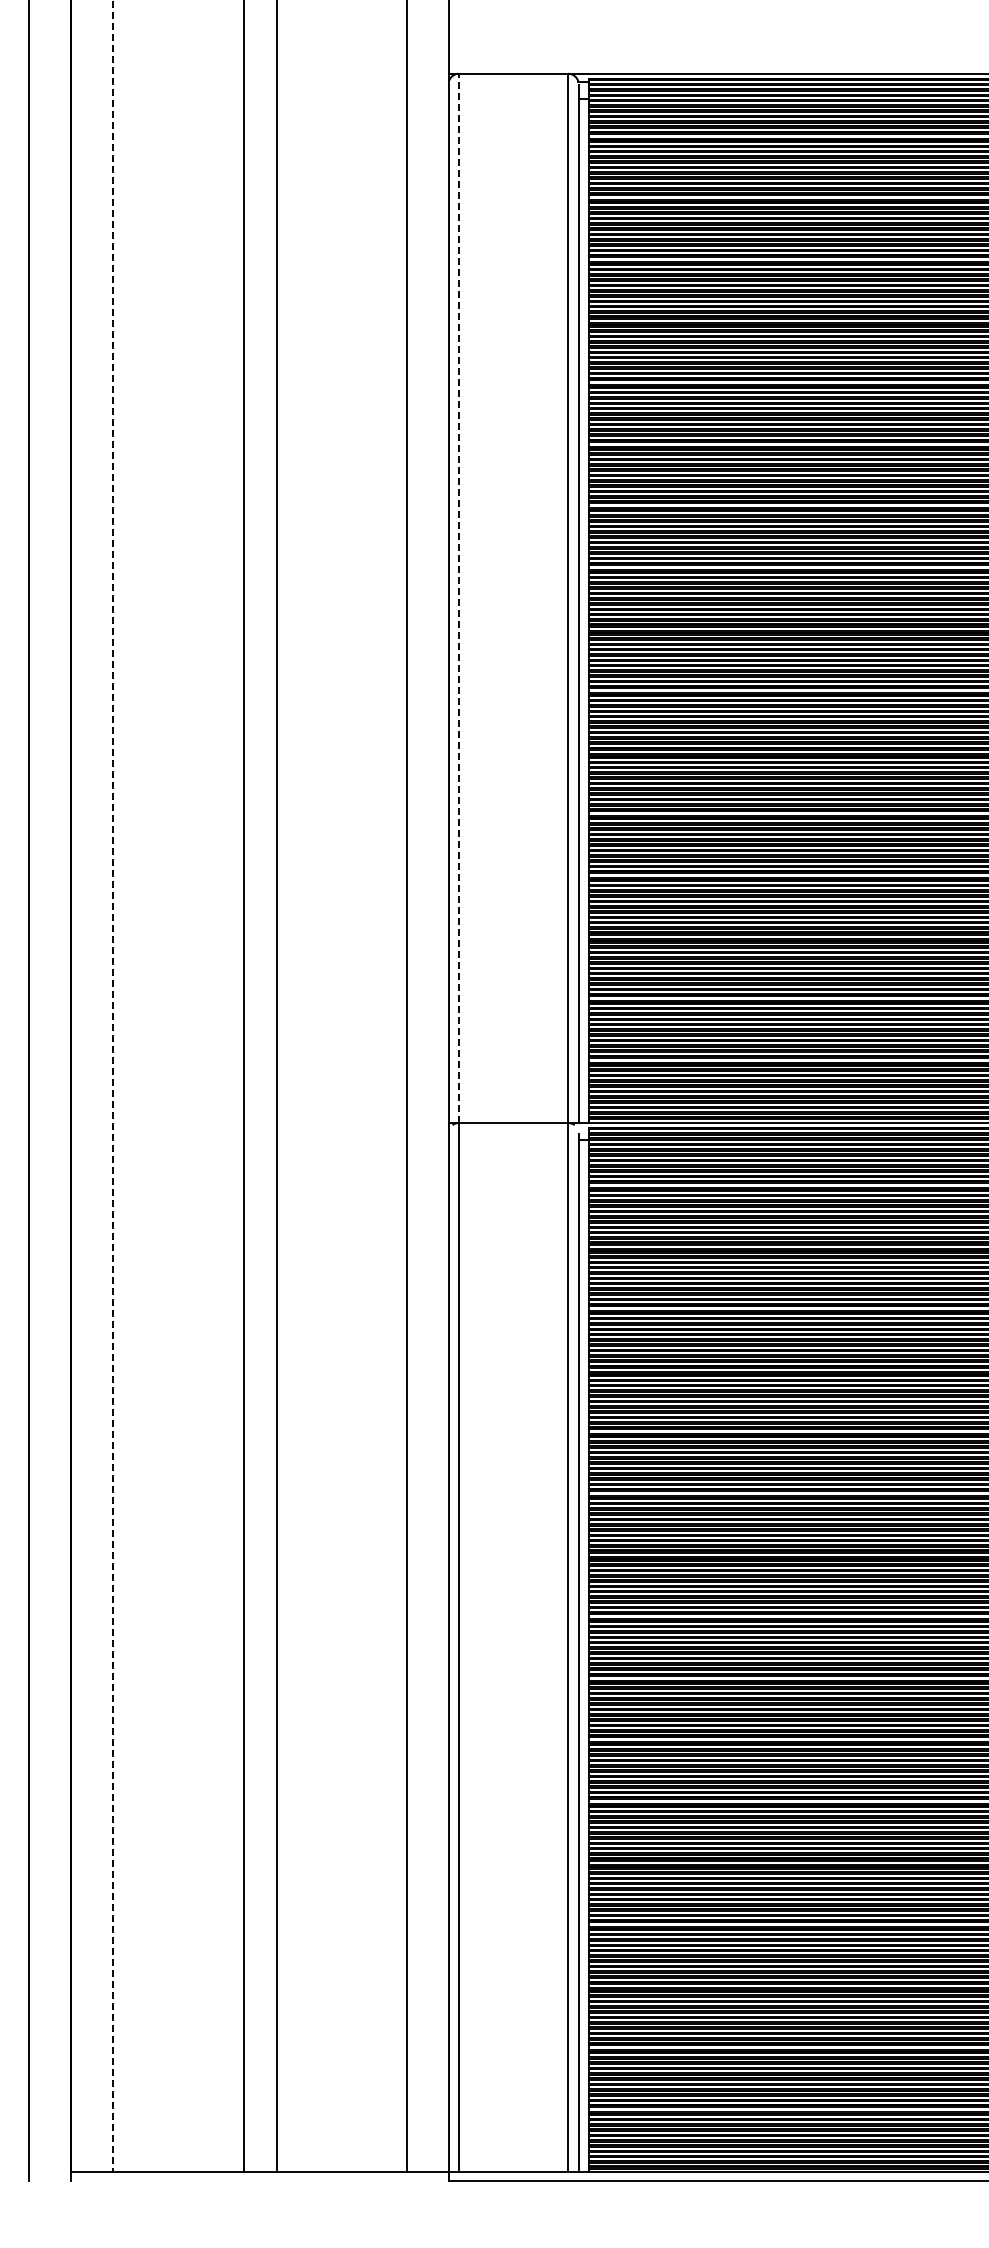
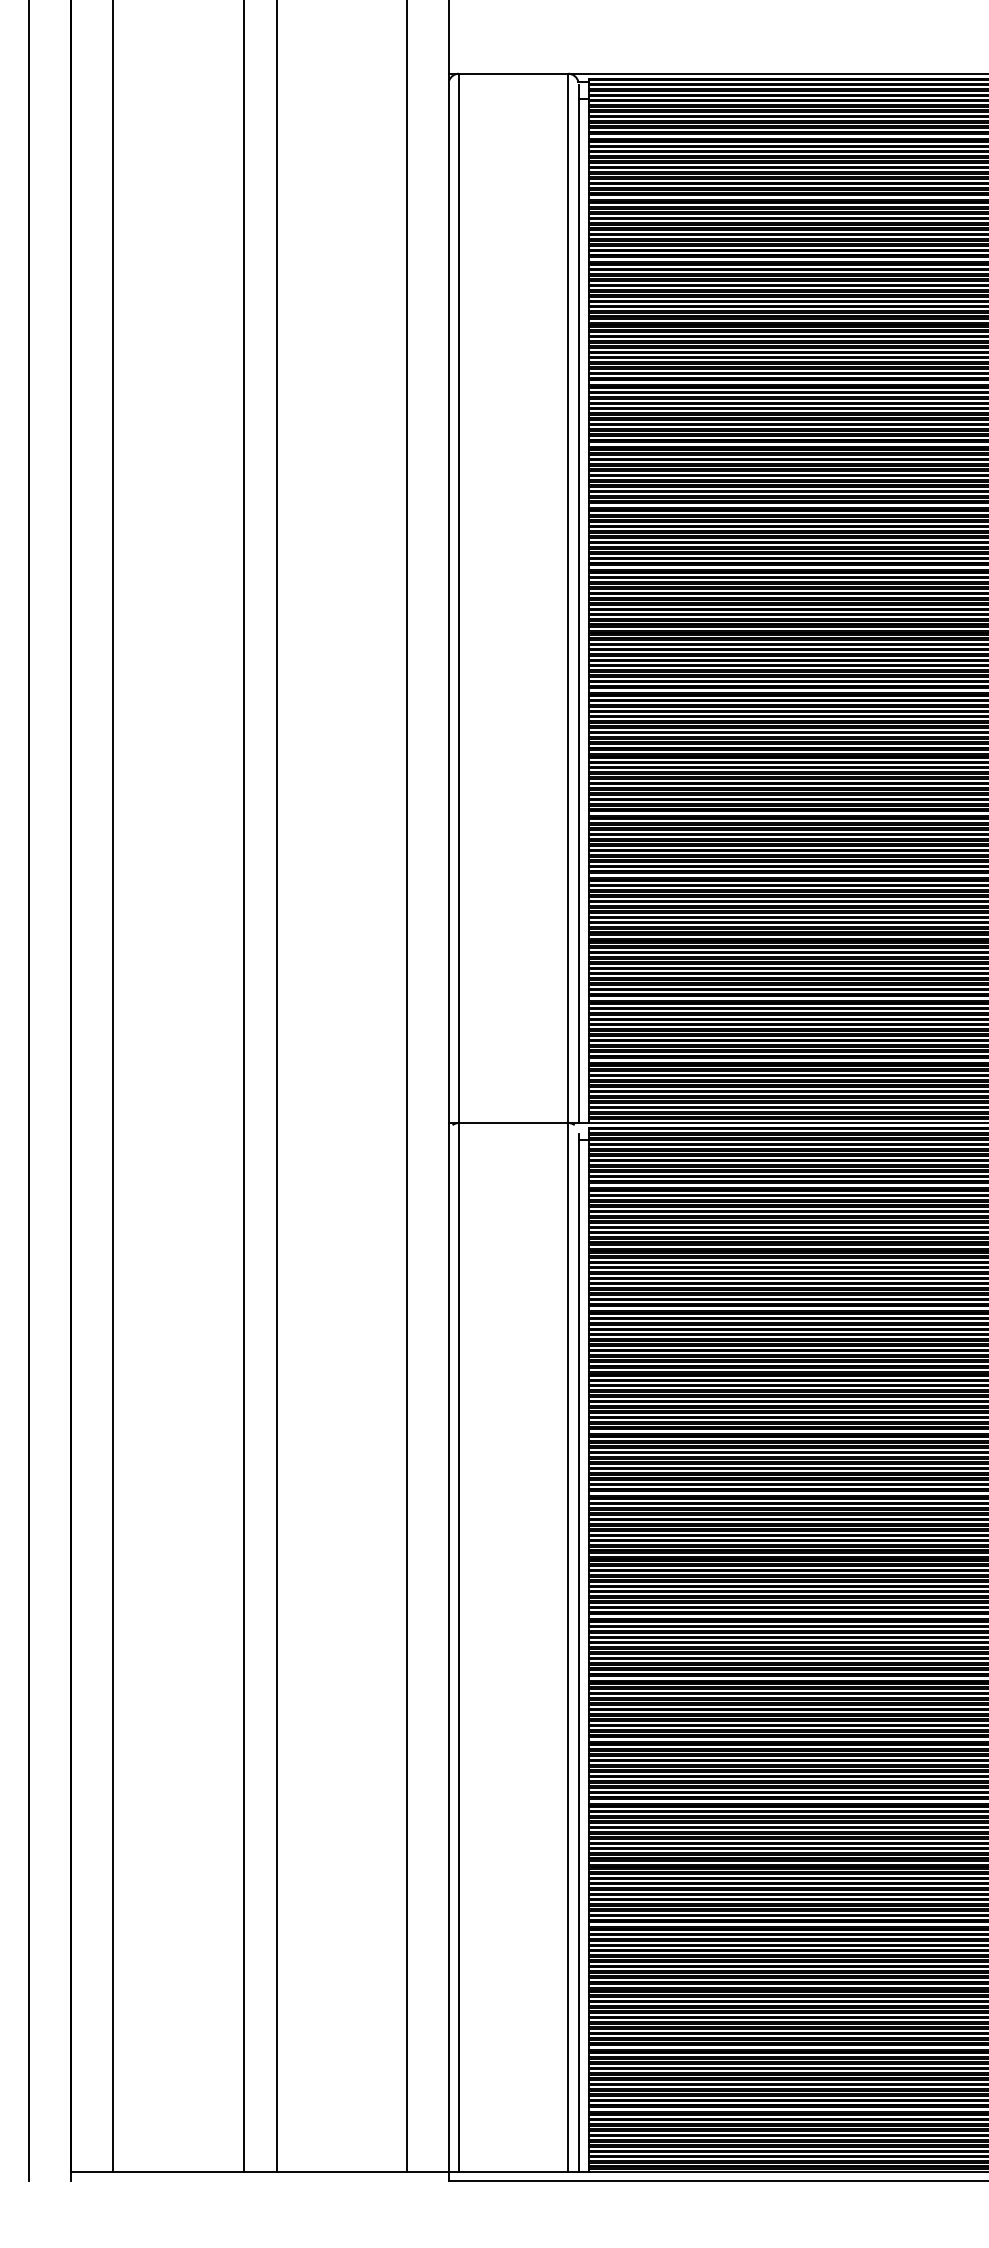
line at (459, 598): dashed -> solid
line at (113, 1086): dashed -> solid
